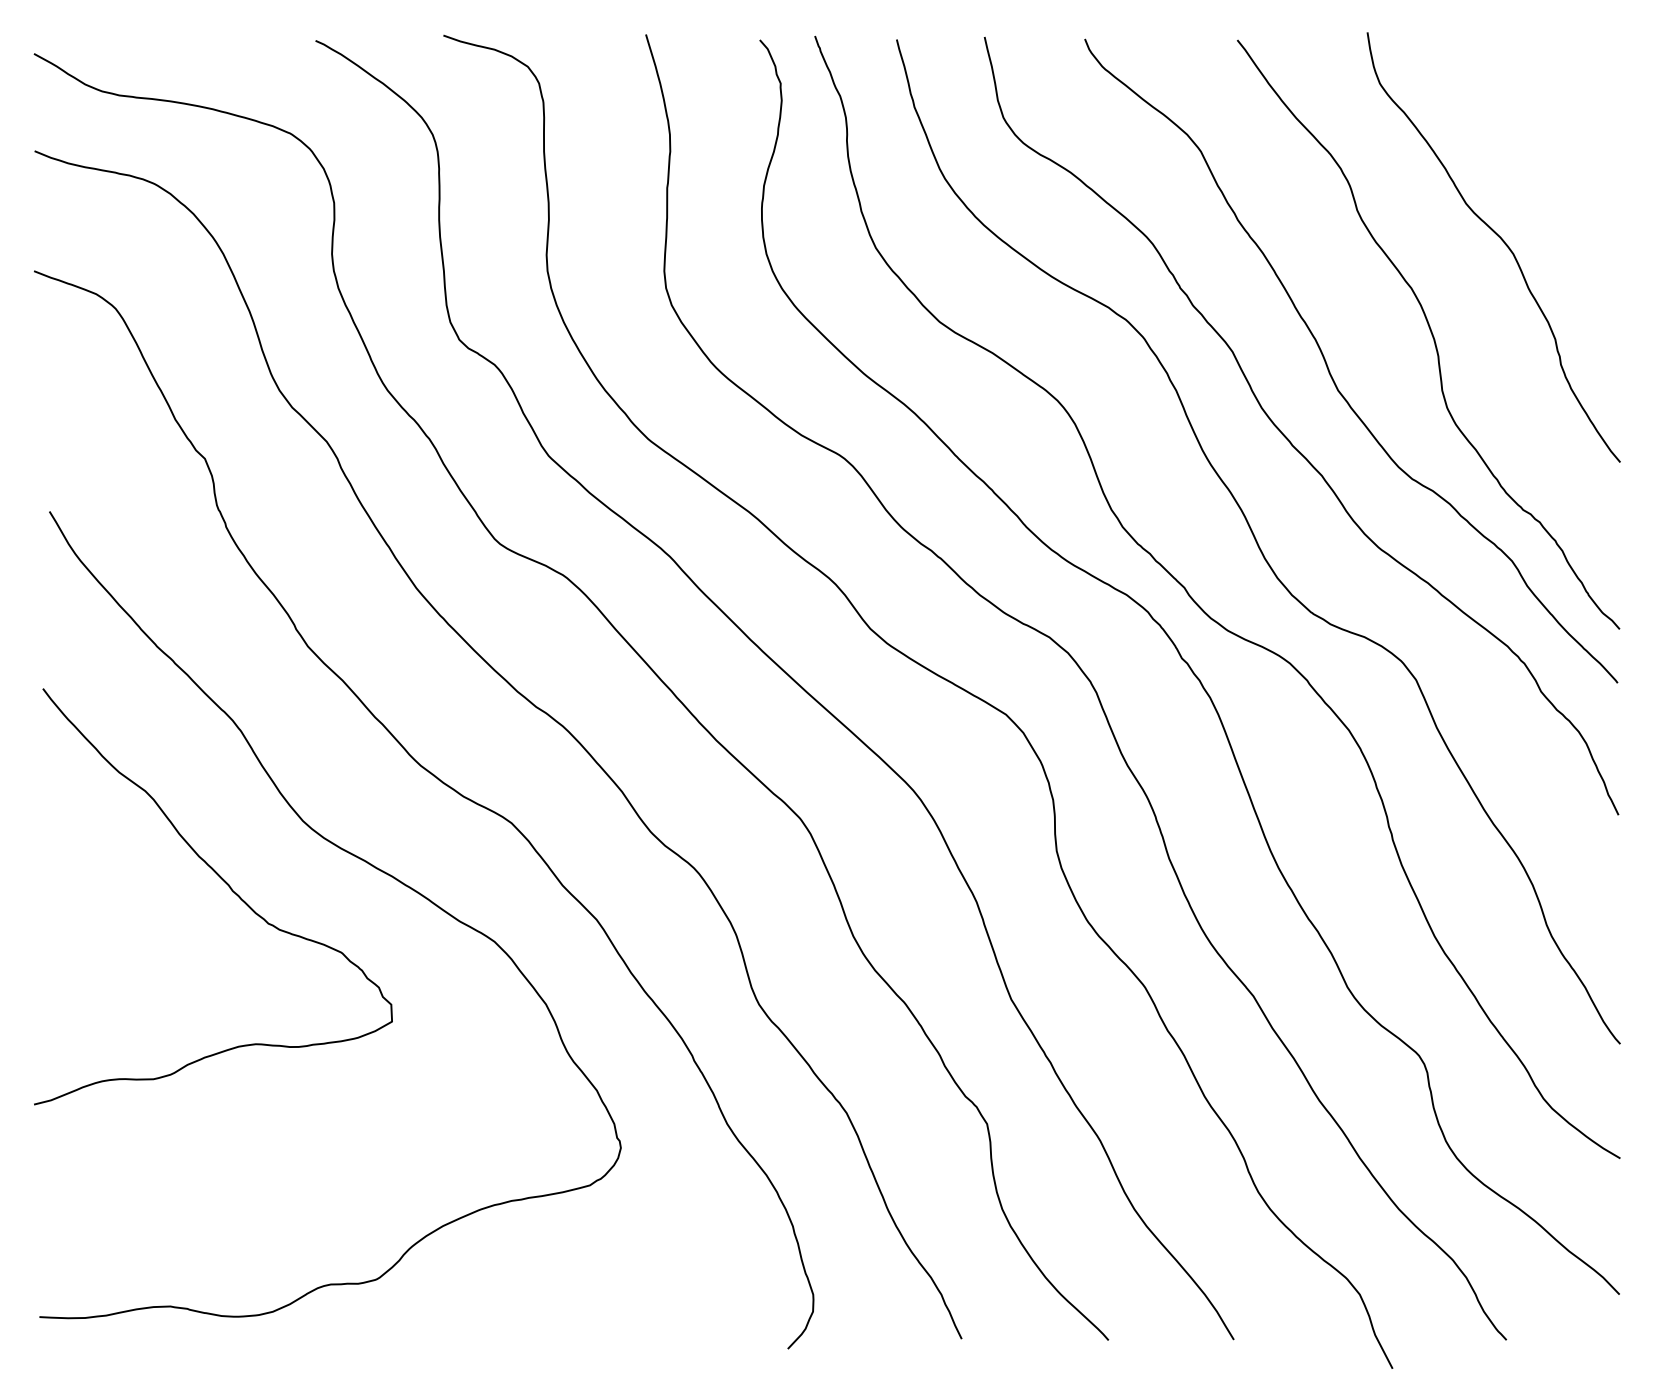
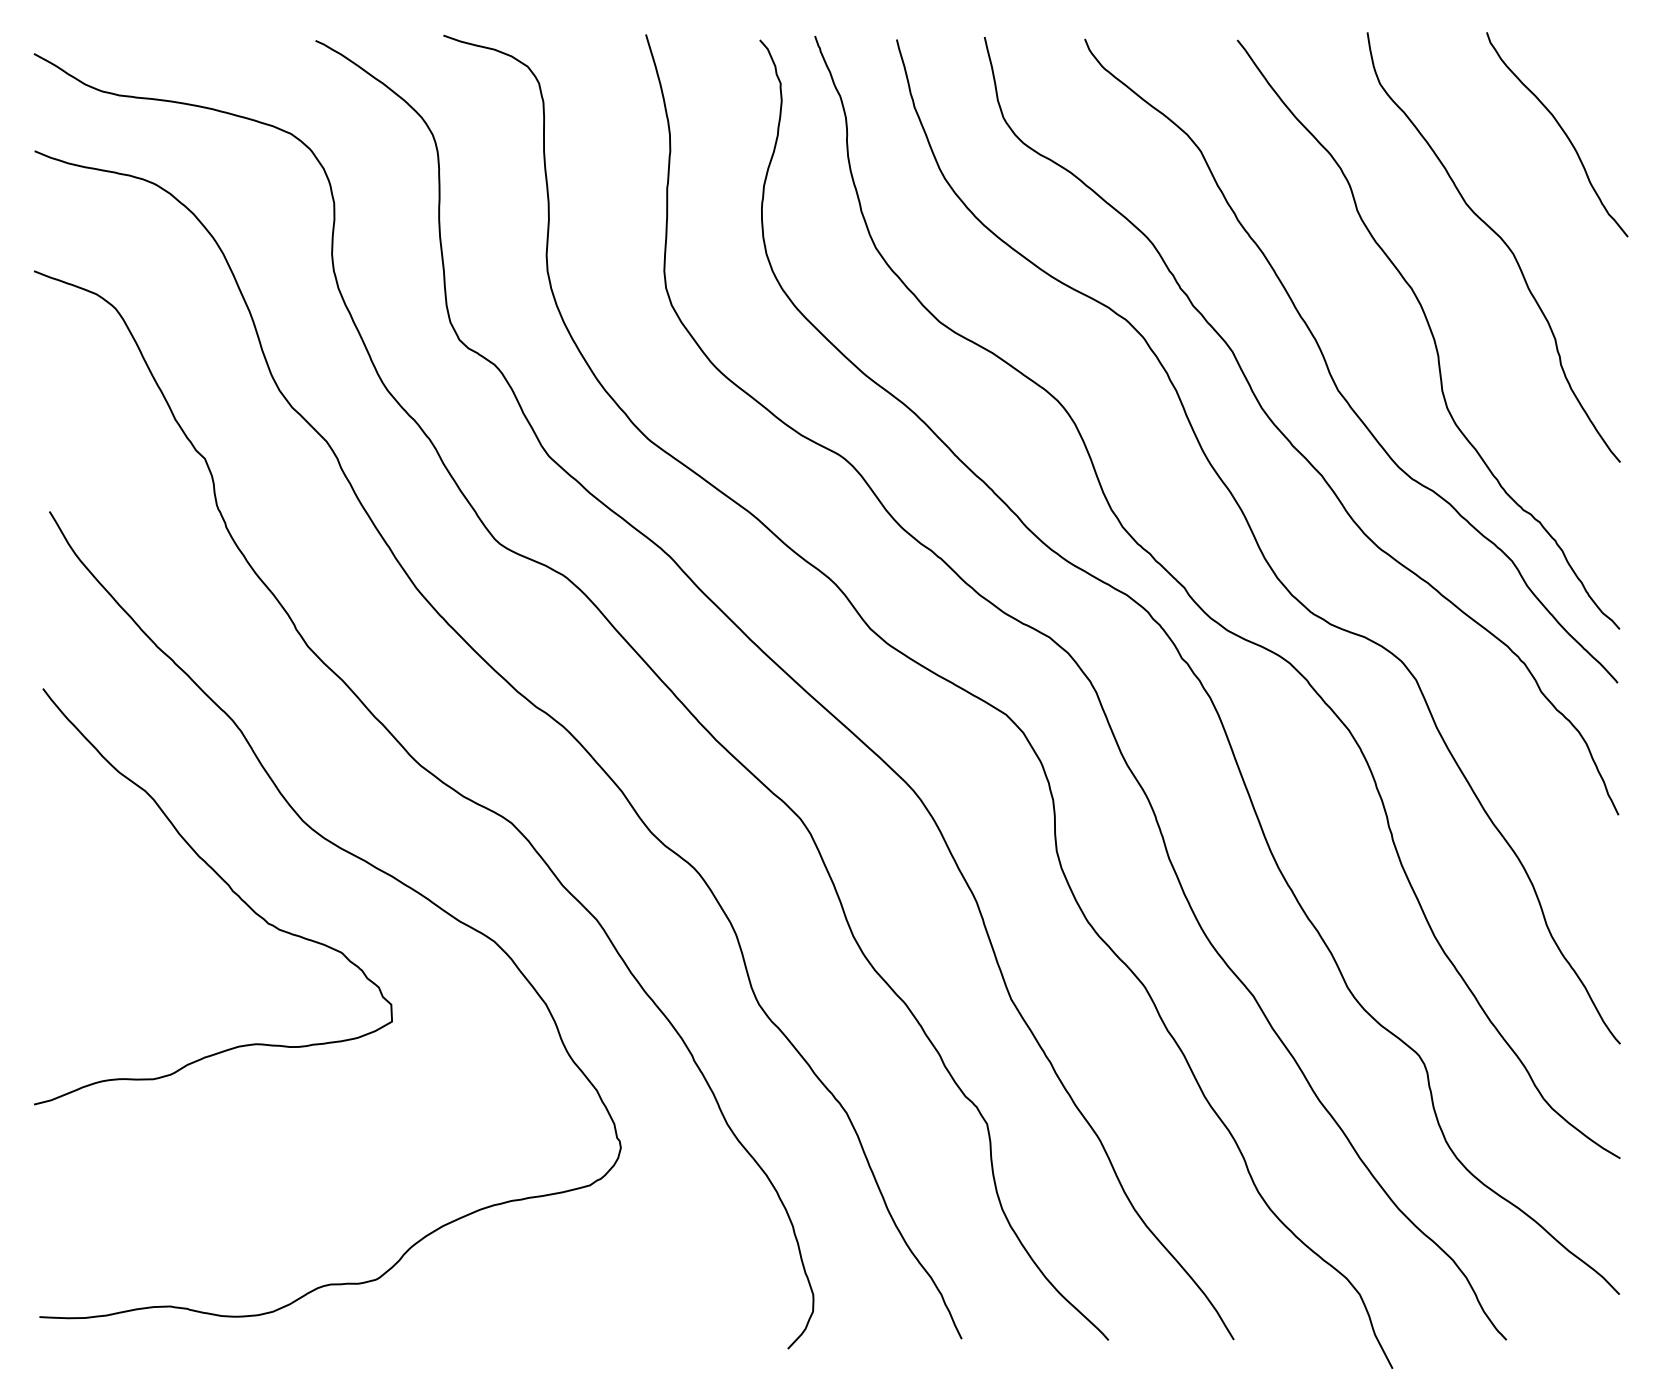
curve at (1562, 131): none -> present
